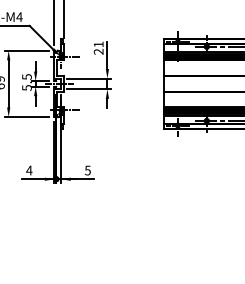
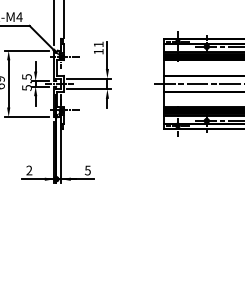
text at (98, 51): 21 -> 11
line at (197, 83): none -> present
text at (29, 170): 4 -> 2
